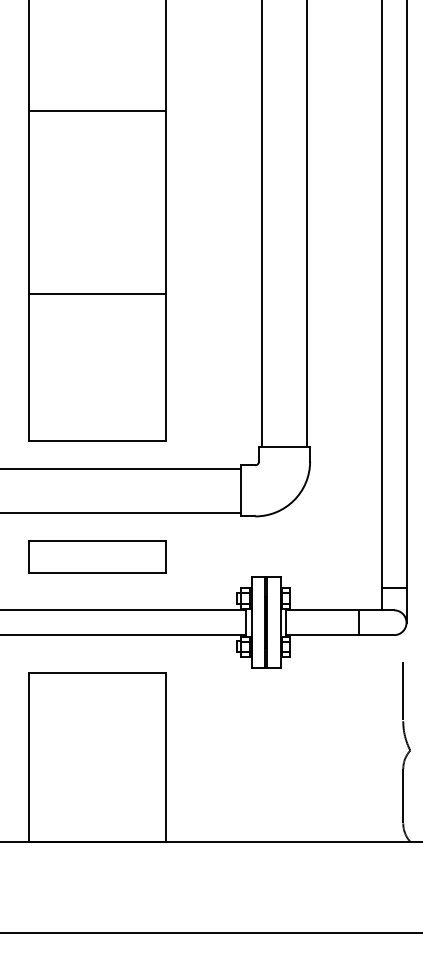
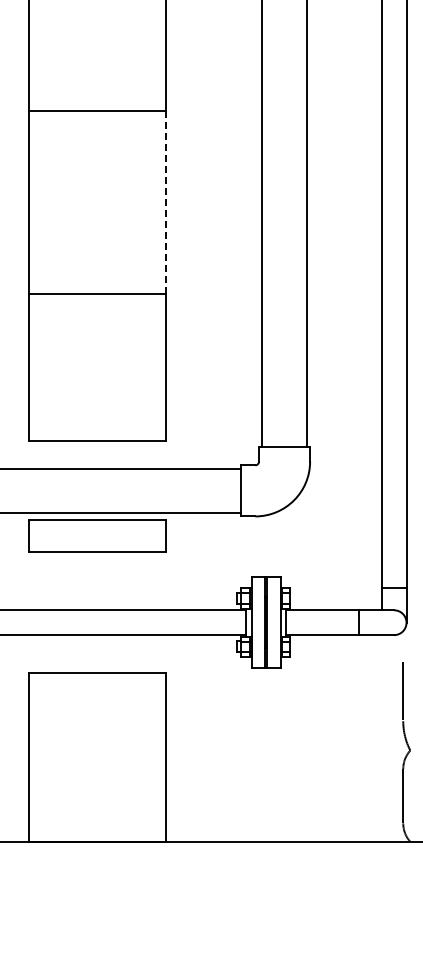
line at (165, 202): solid -> dashed
part at (97, 556) position: (97, 556) -> (97, 535)
line at (210, 933): present -> none
